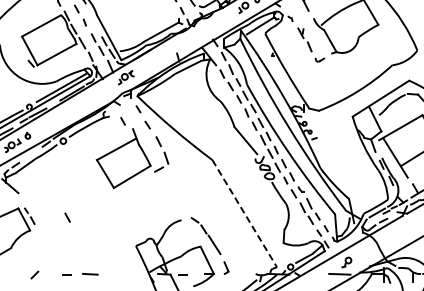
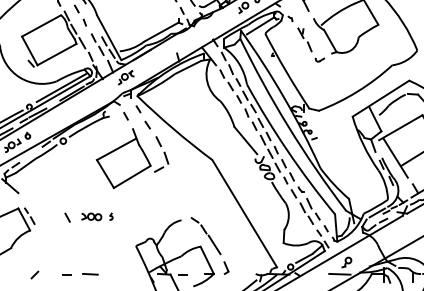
line at (122, 121) position: (122, 121) -> (125, 116)
line at (244, 213): dashed -> solid
part at (97, 216): none -> present
